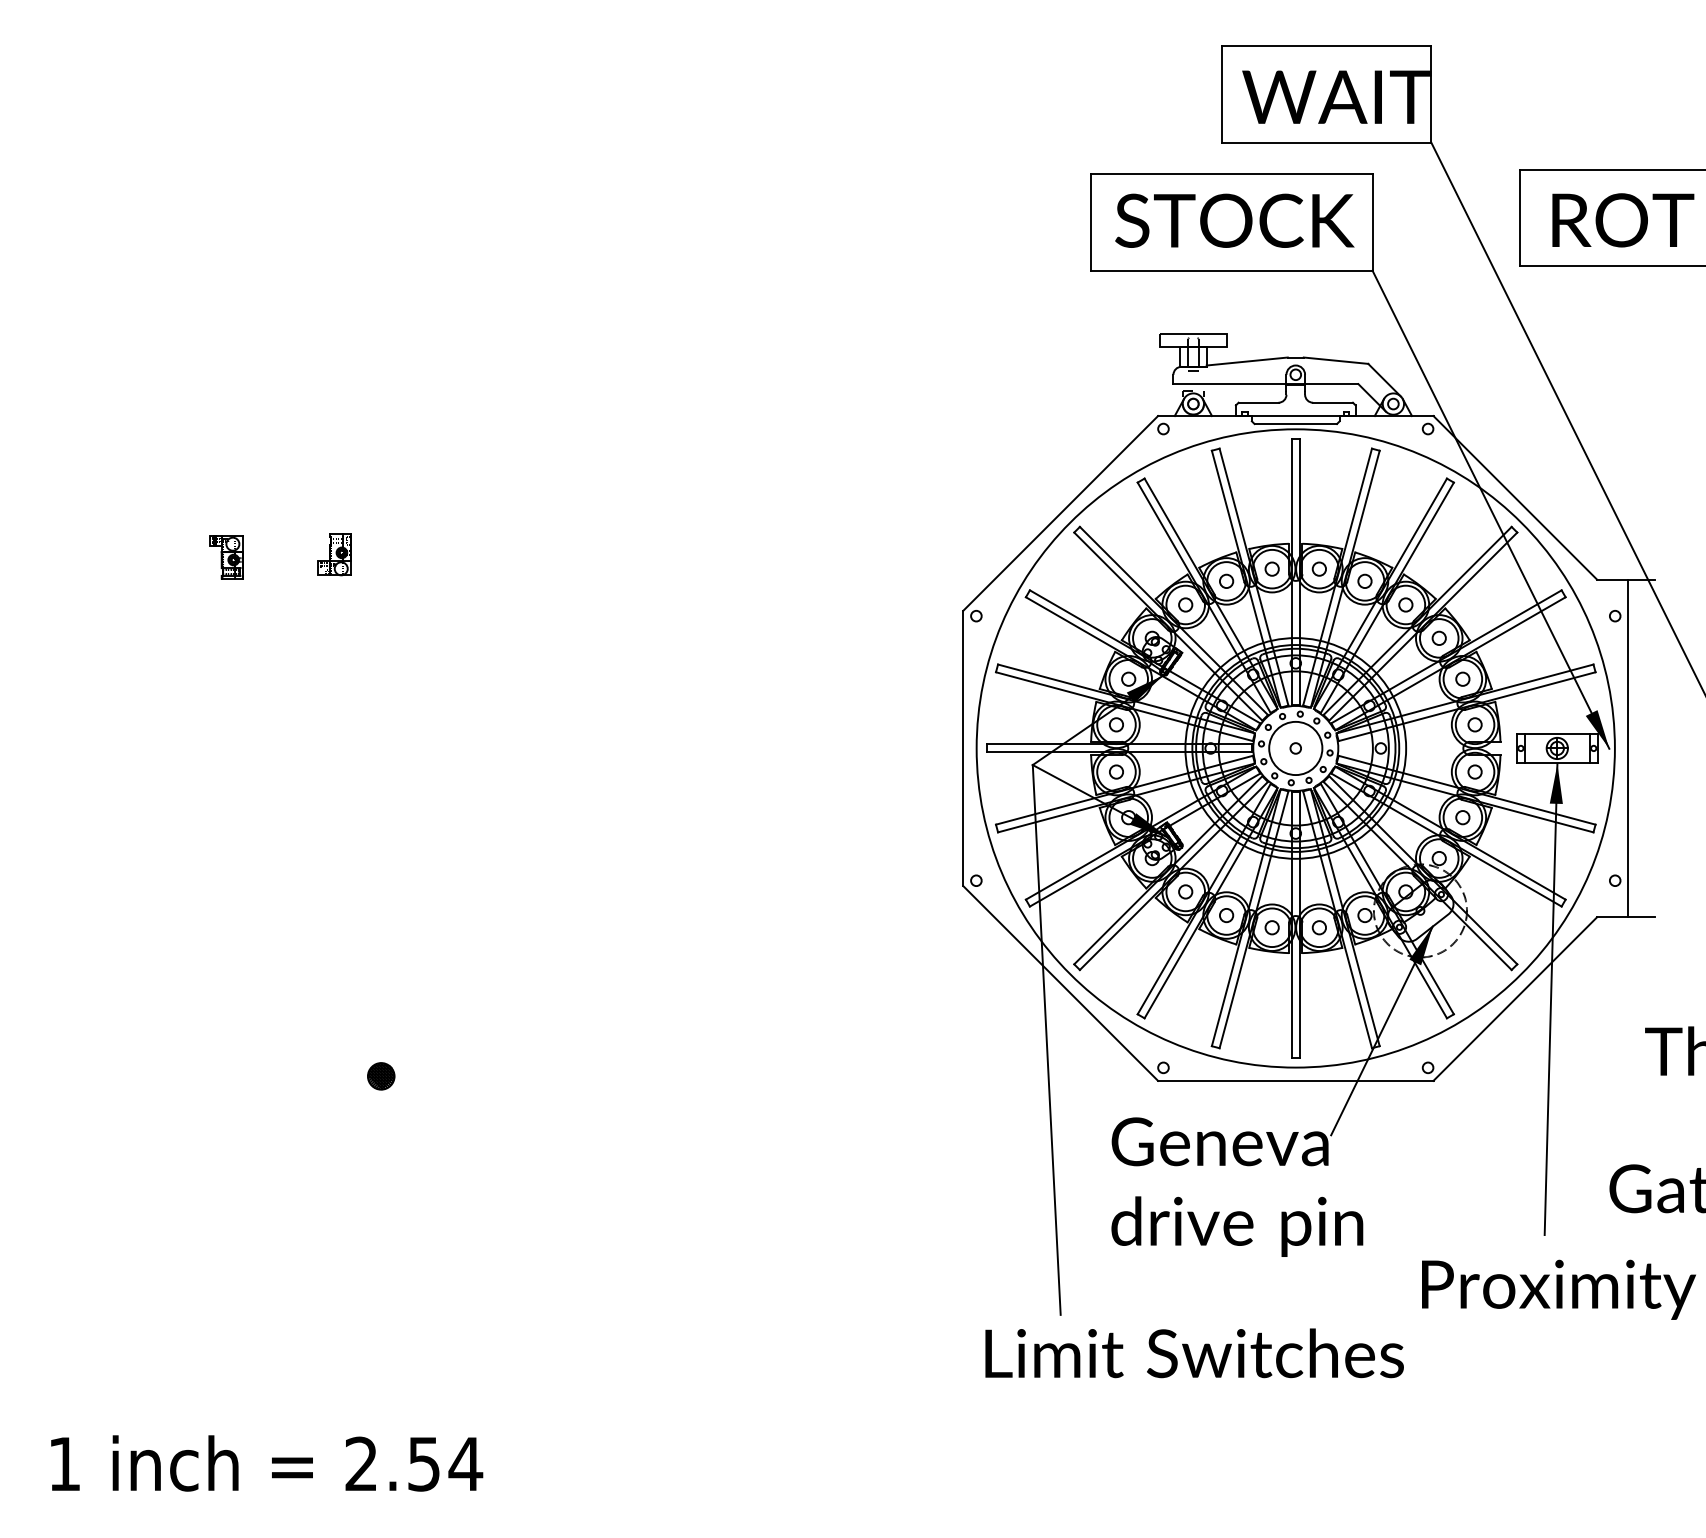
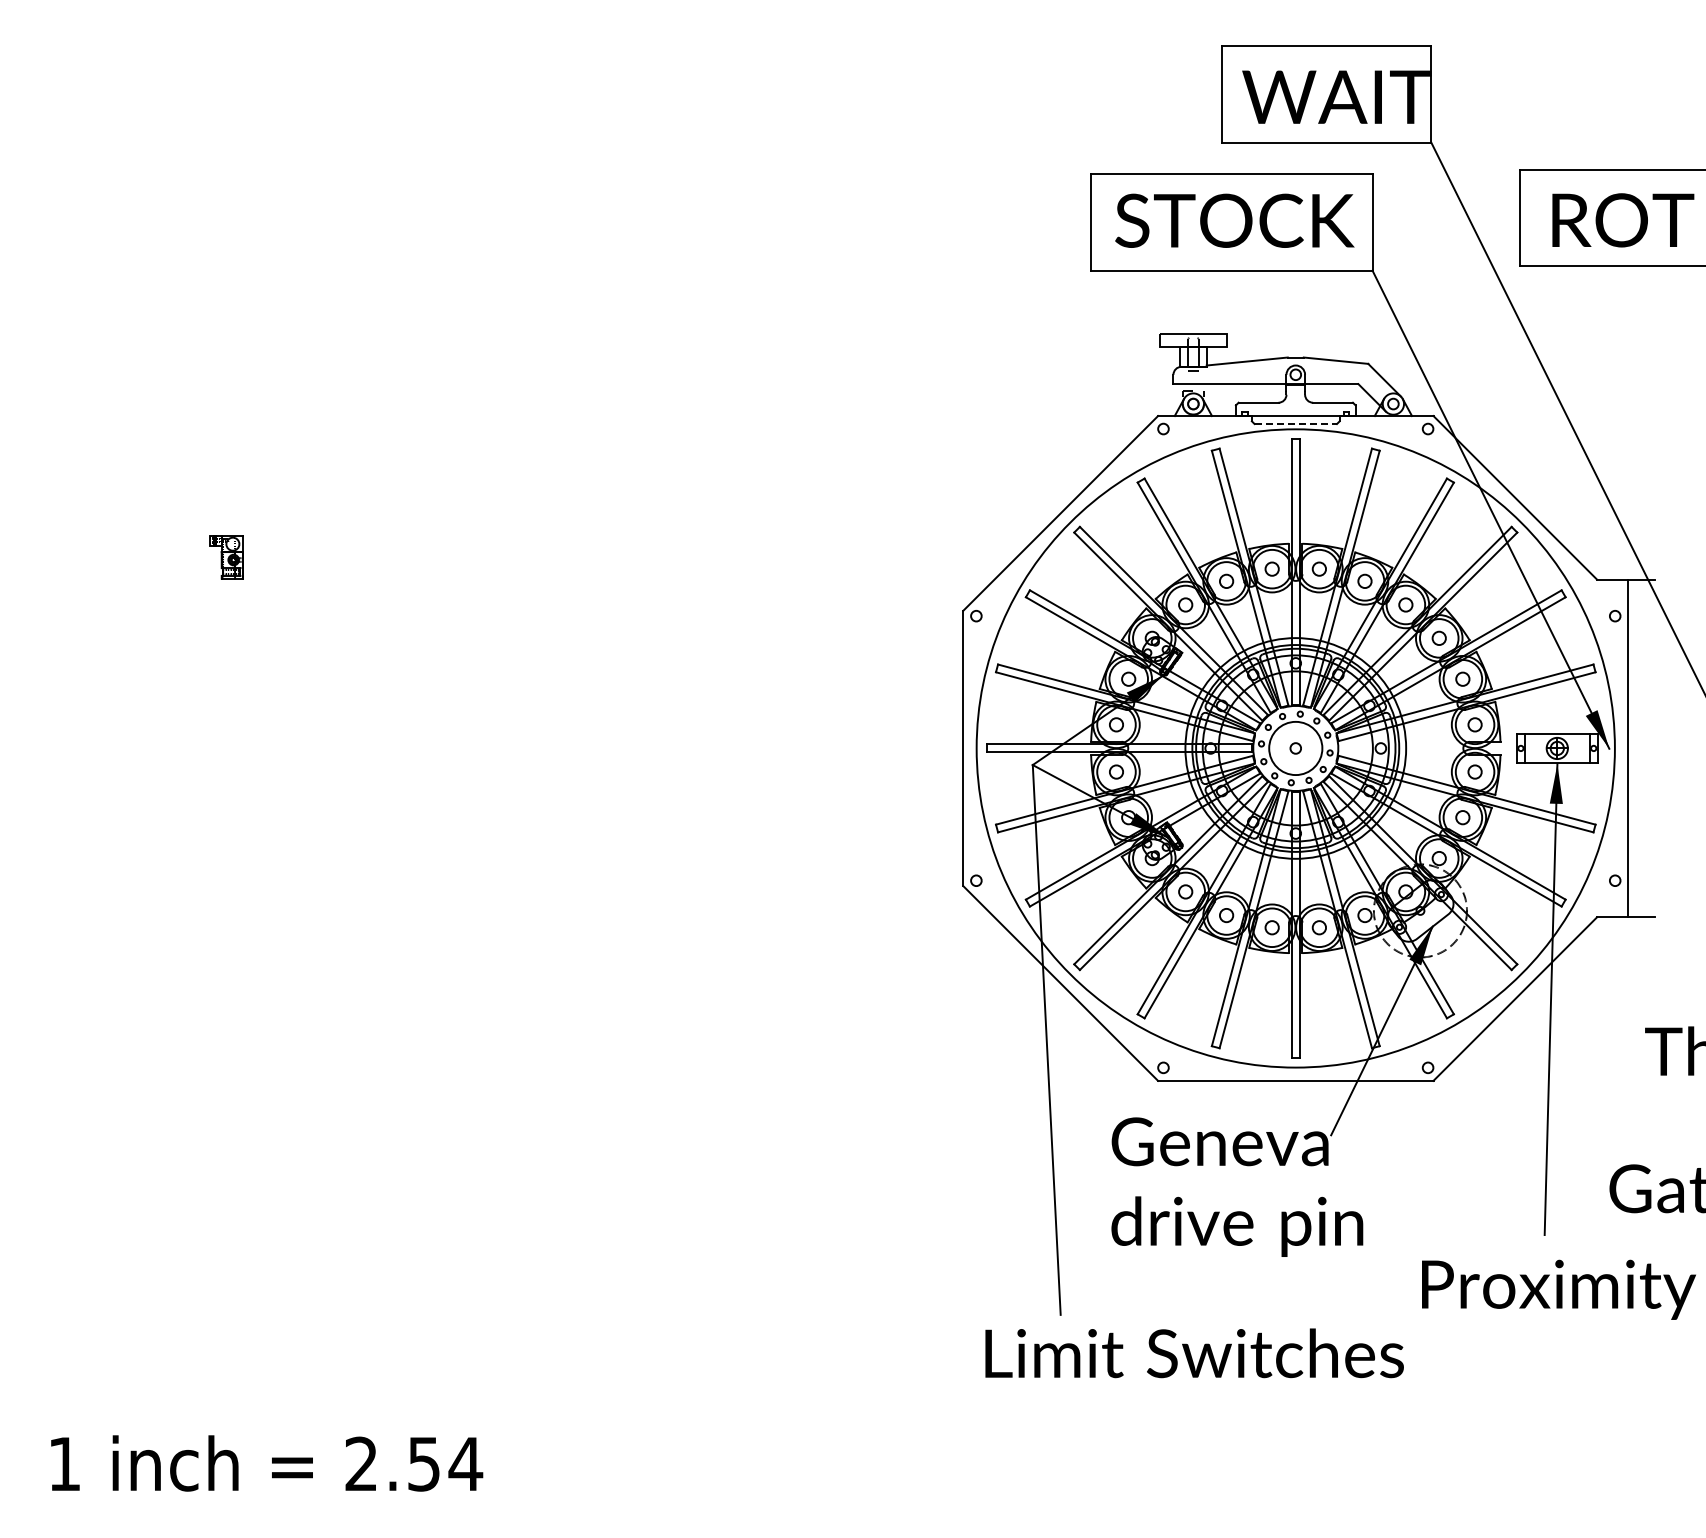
line at (1296, 424): solid -> dashed
part at (334, 554): present -> none
part at (381, 1076): present -> none
